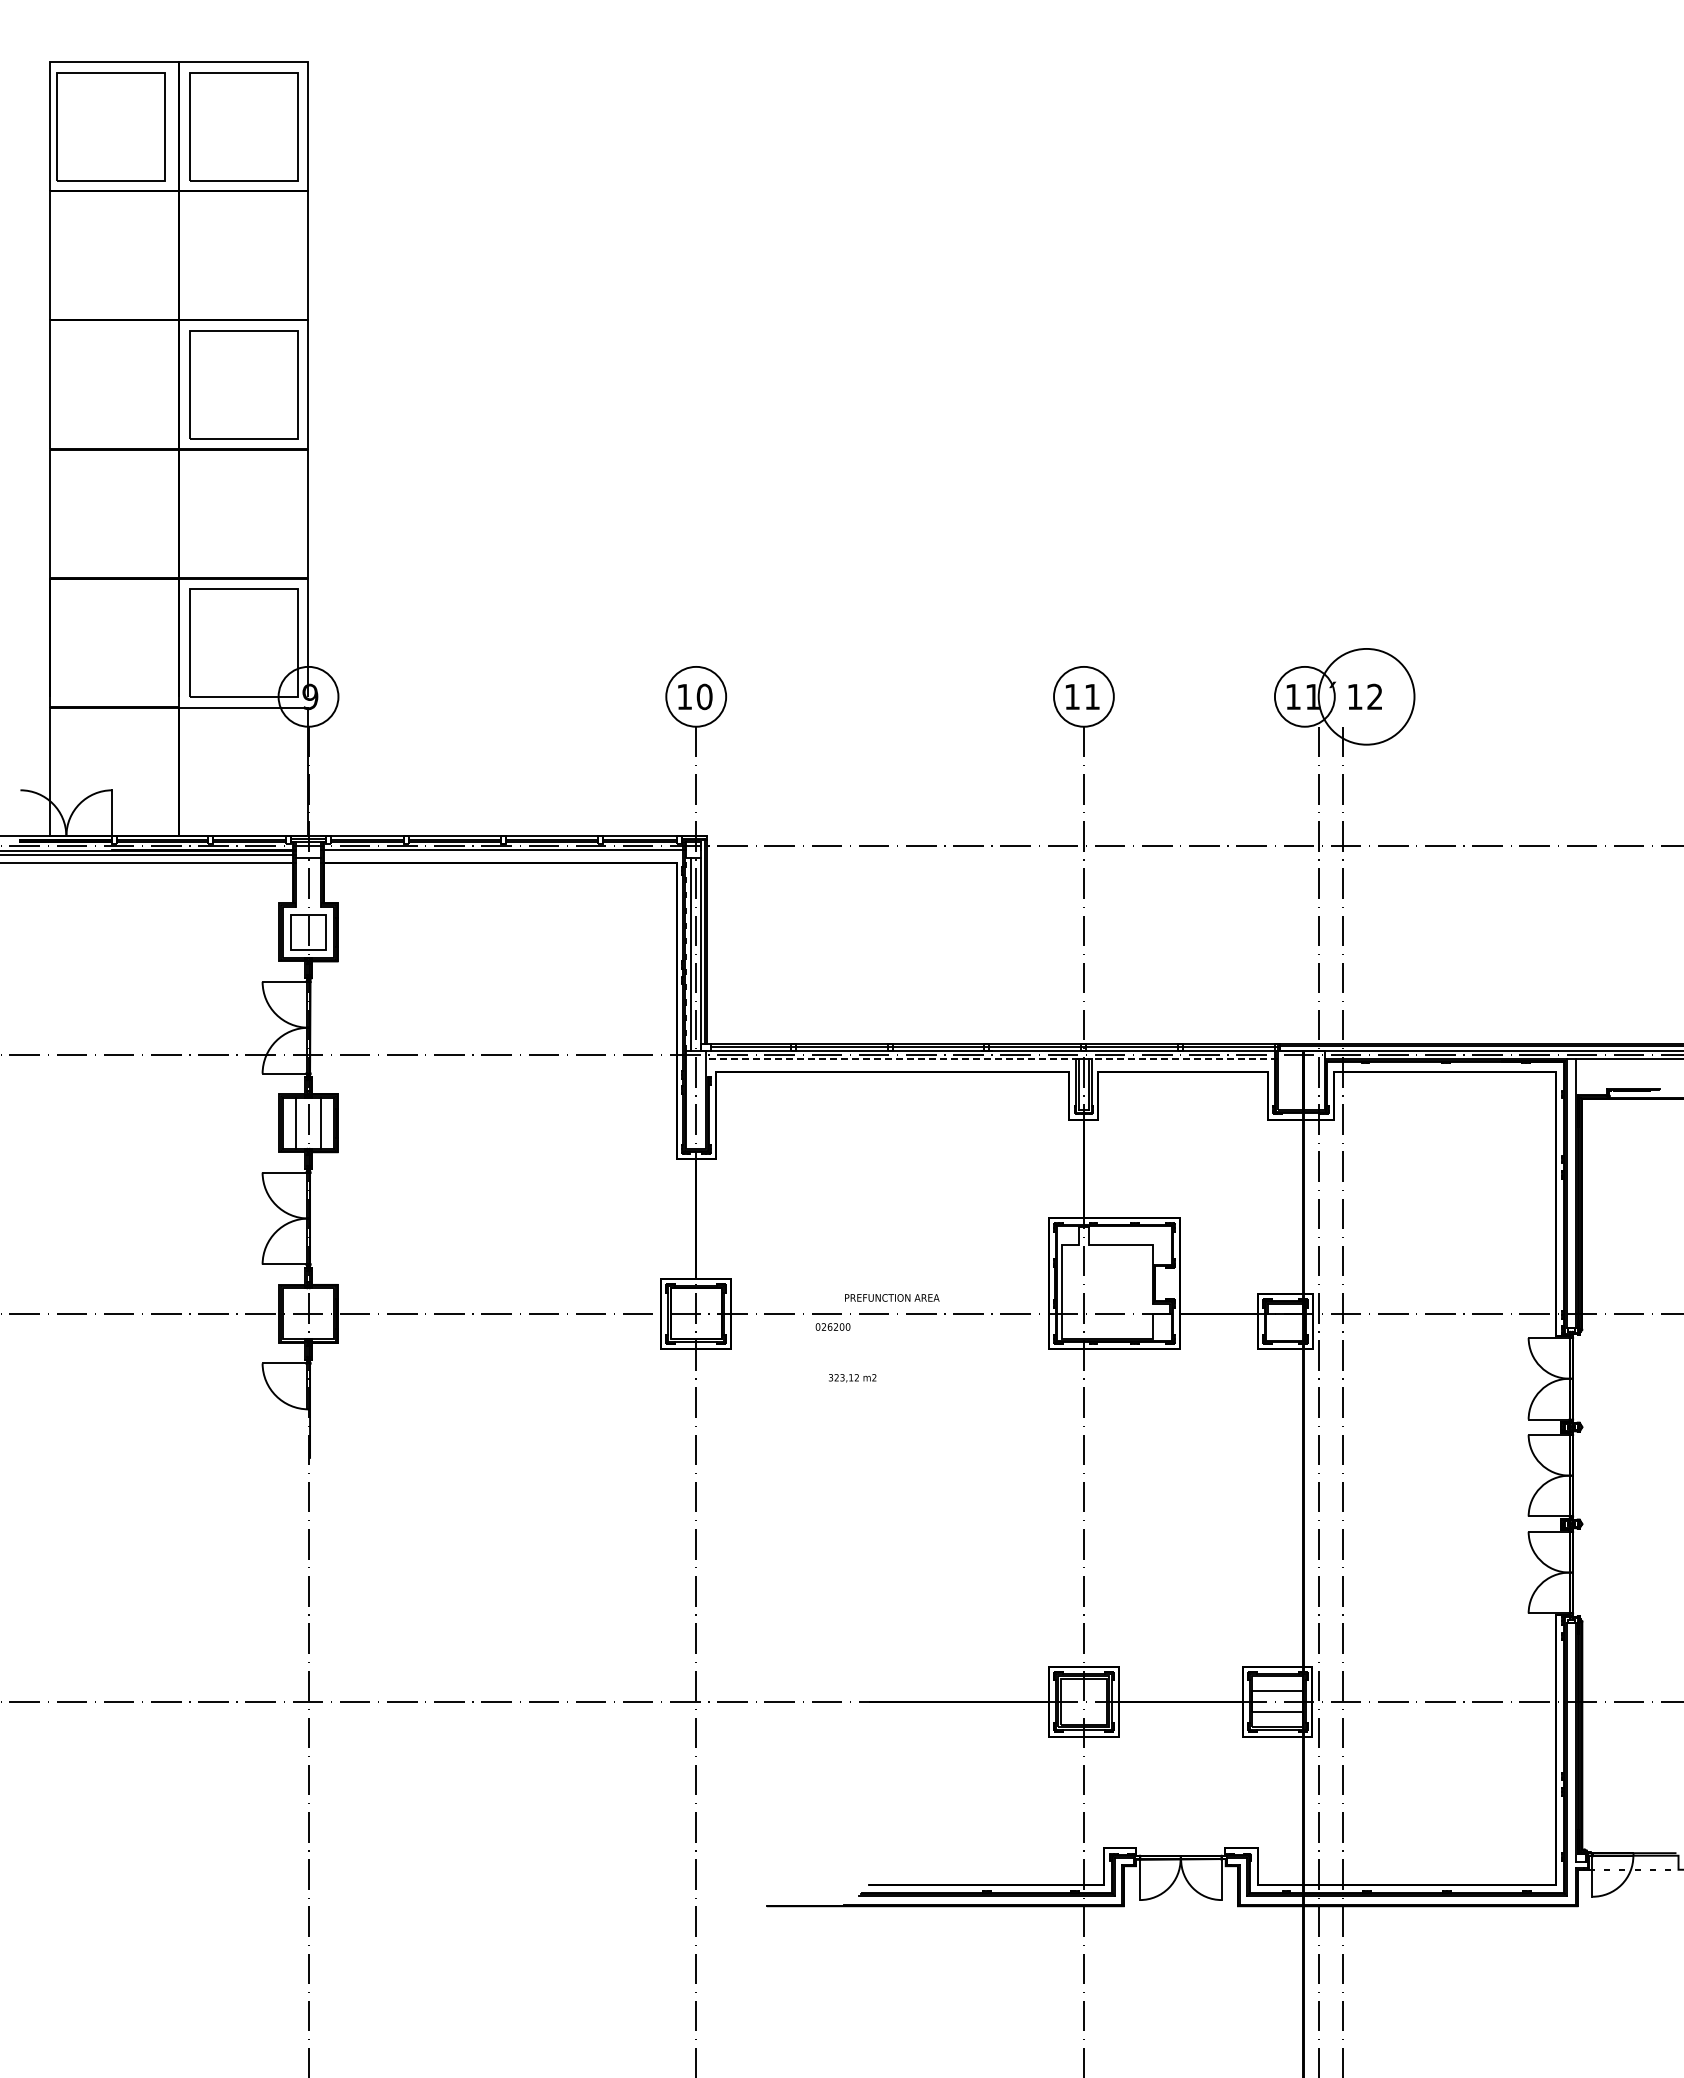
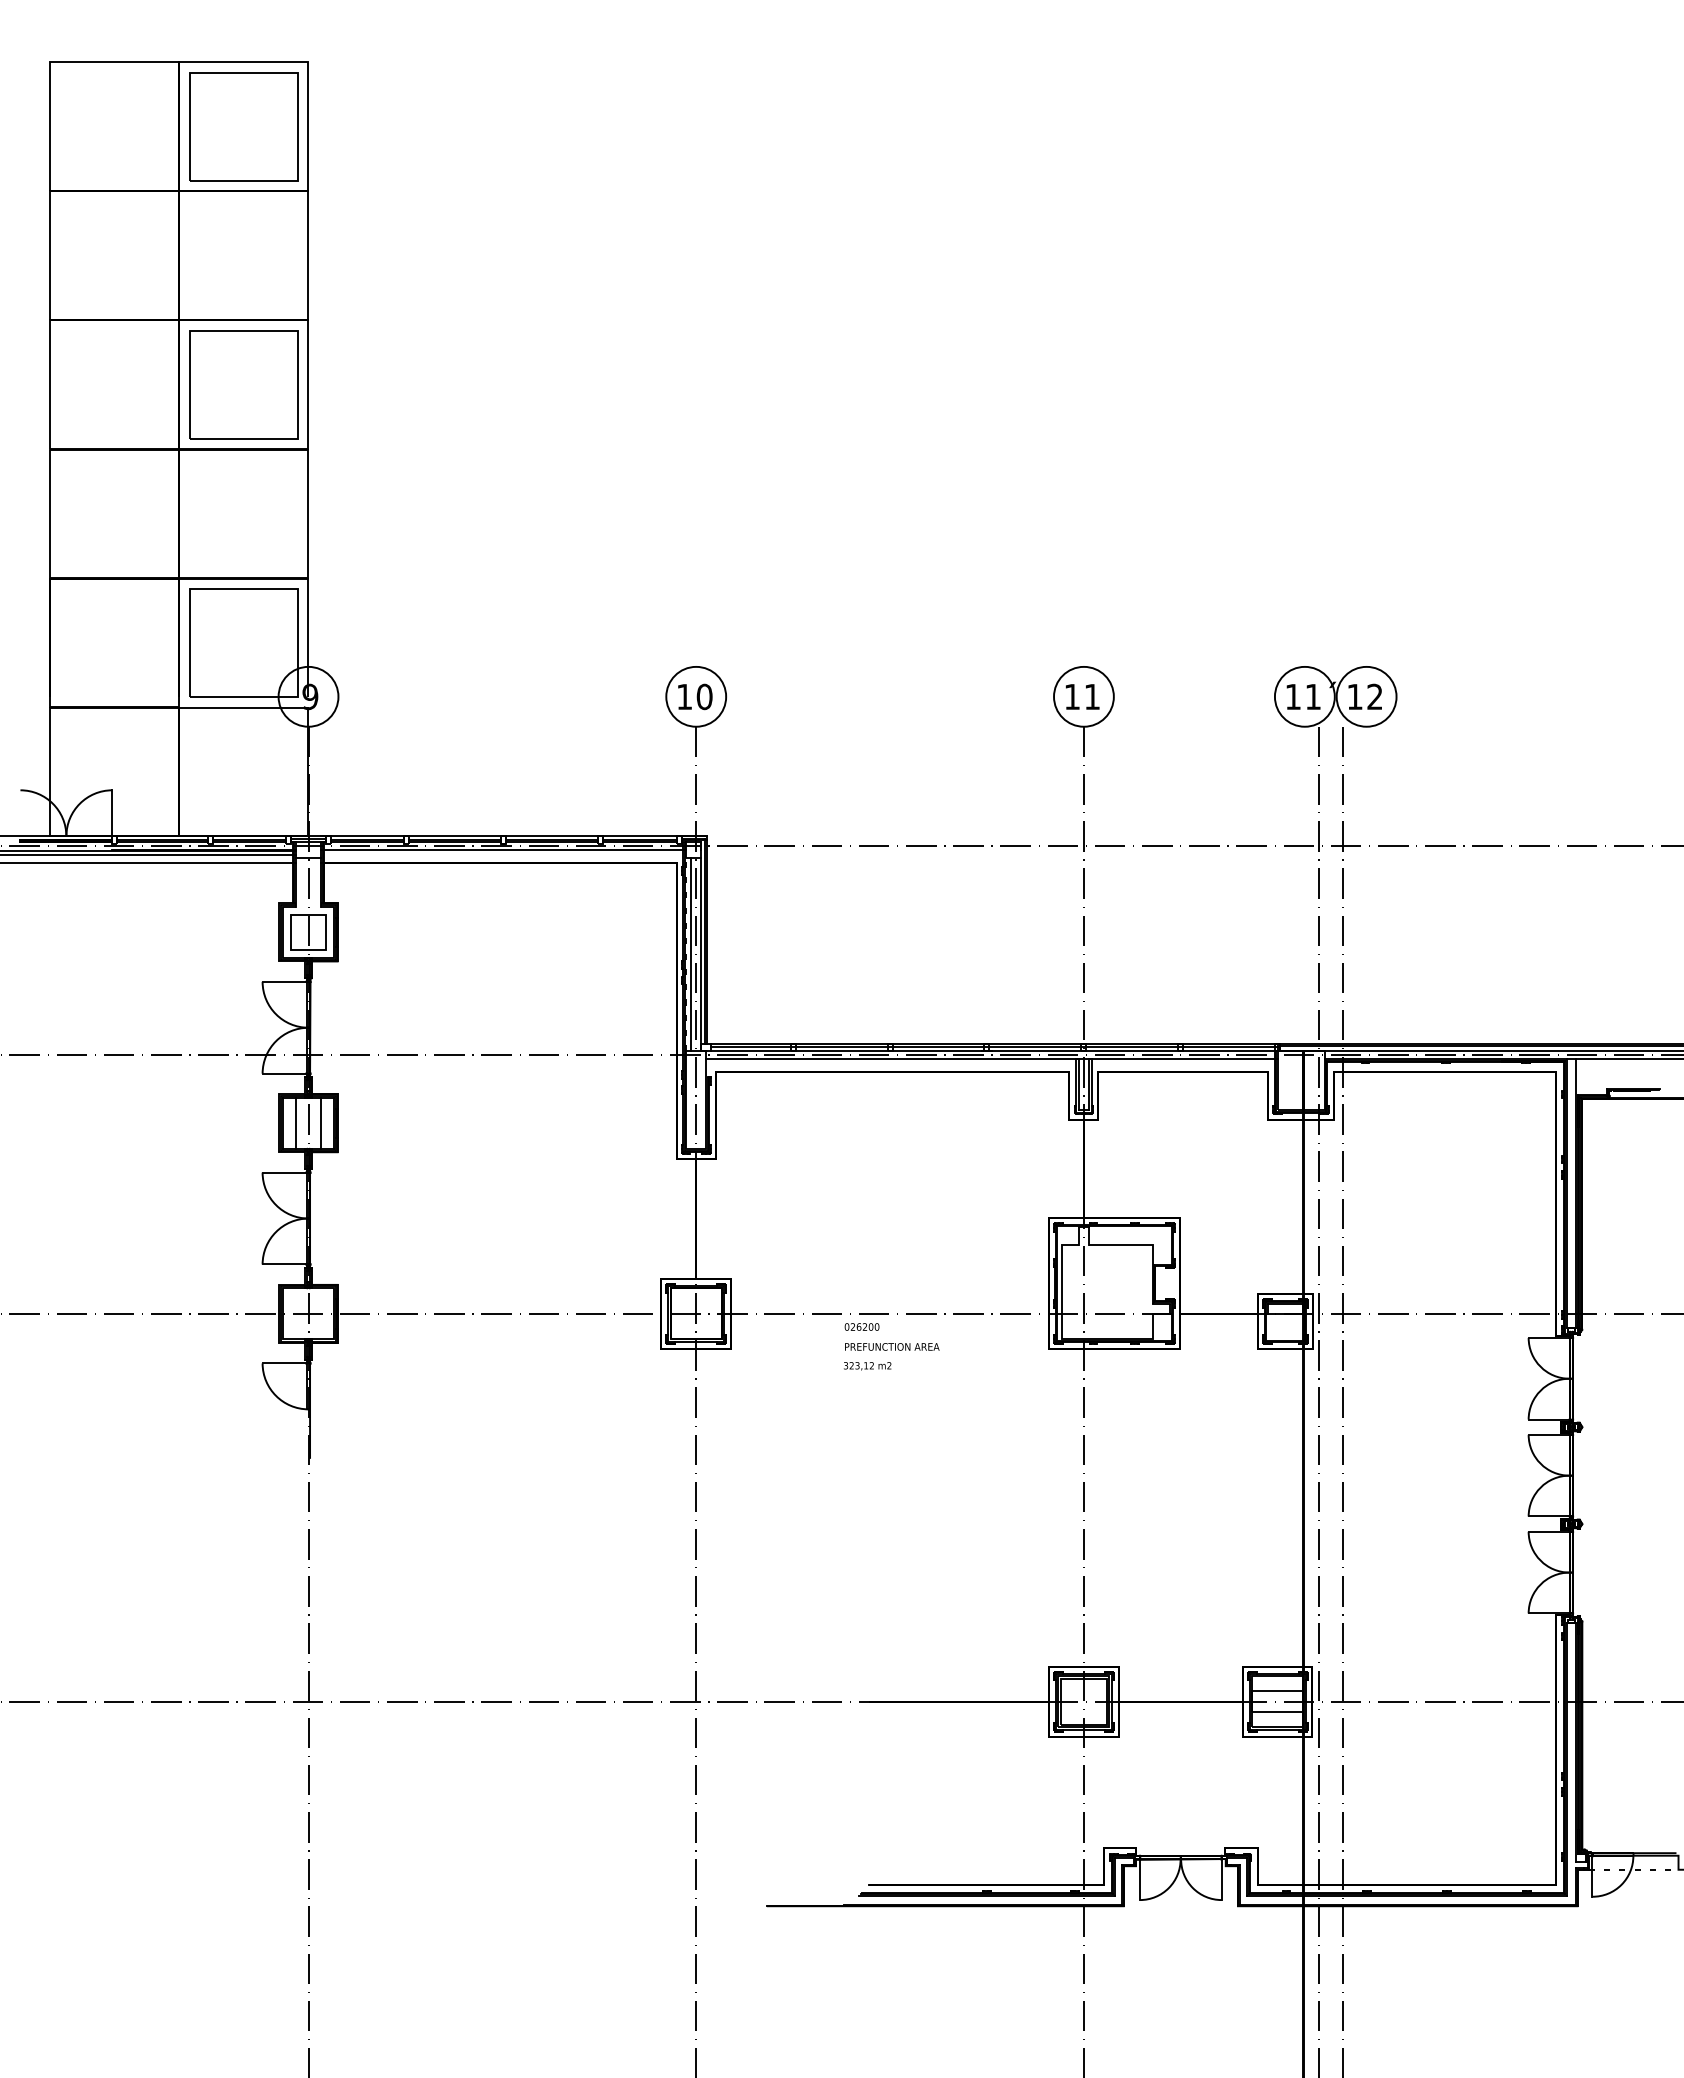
part at (110, 126): present -> none
circle at (1366, 696) diameter: 96 px -> 60 px
line at (892, 1059): dashed -> solid
line at (1182, 1059): dashed -> solid
text at (892, 1297) position: (892, 1297) -> (892, 1346)
text at (832, 1326) position: (832, 1326) -> (861, 1326)
text at (852, 1378) position: (852, 1378) -> (867, 1366)
